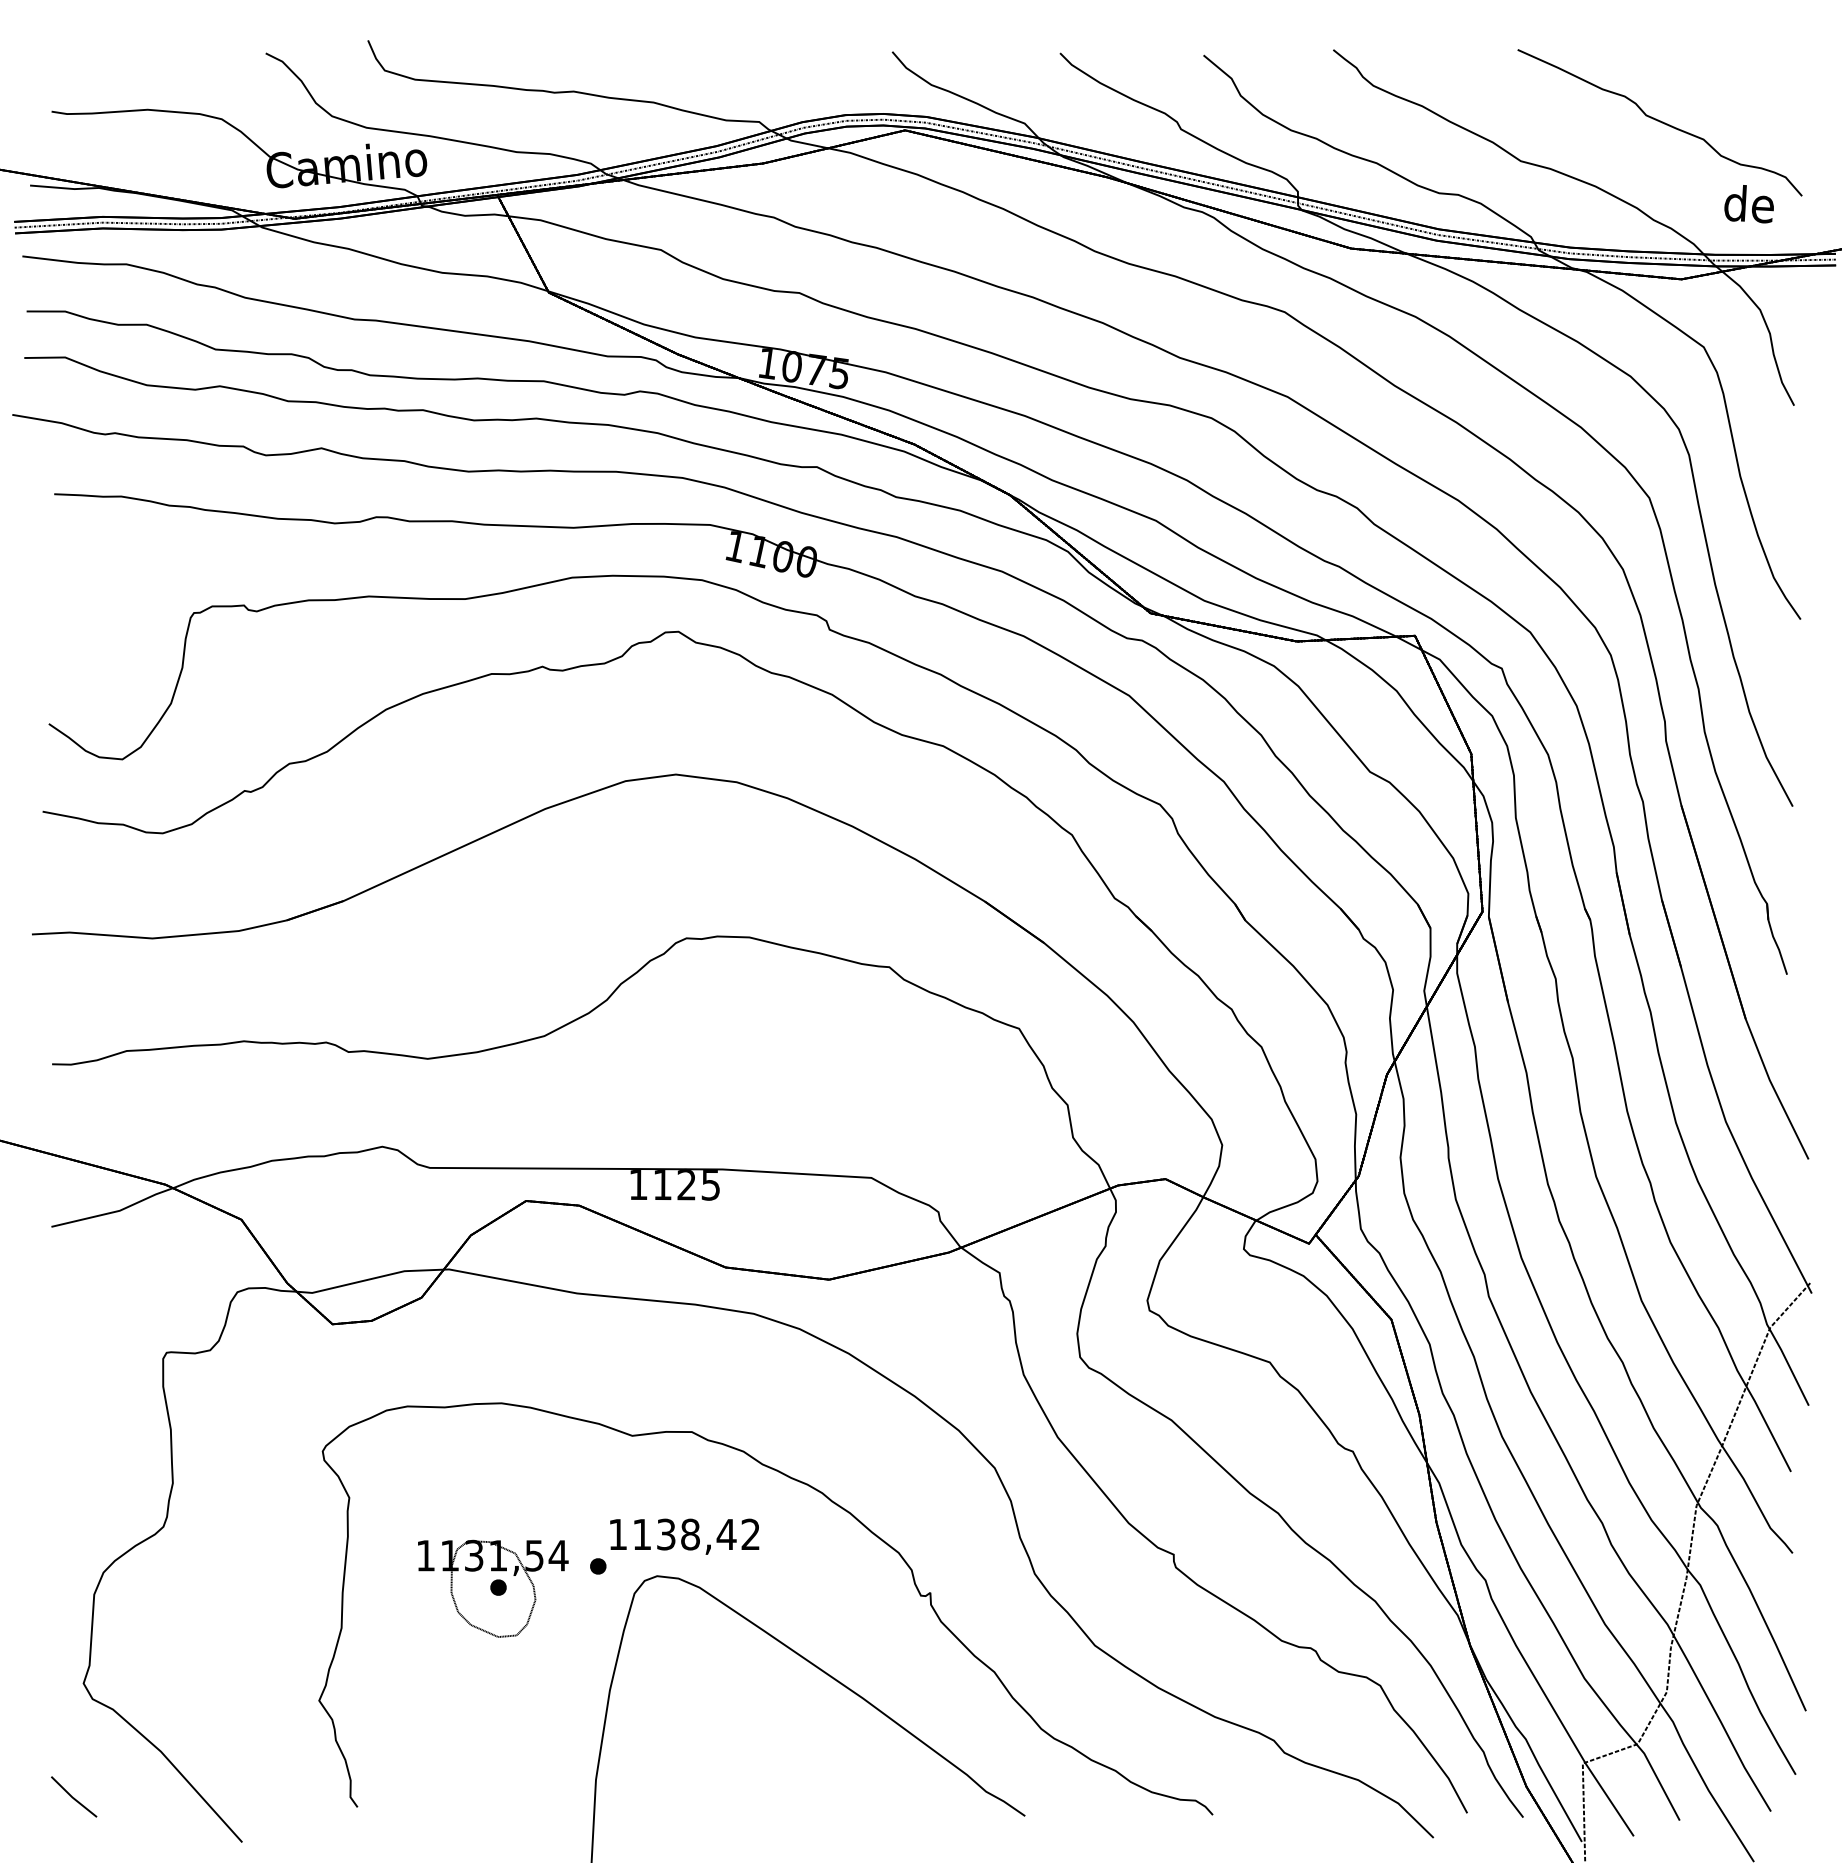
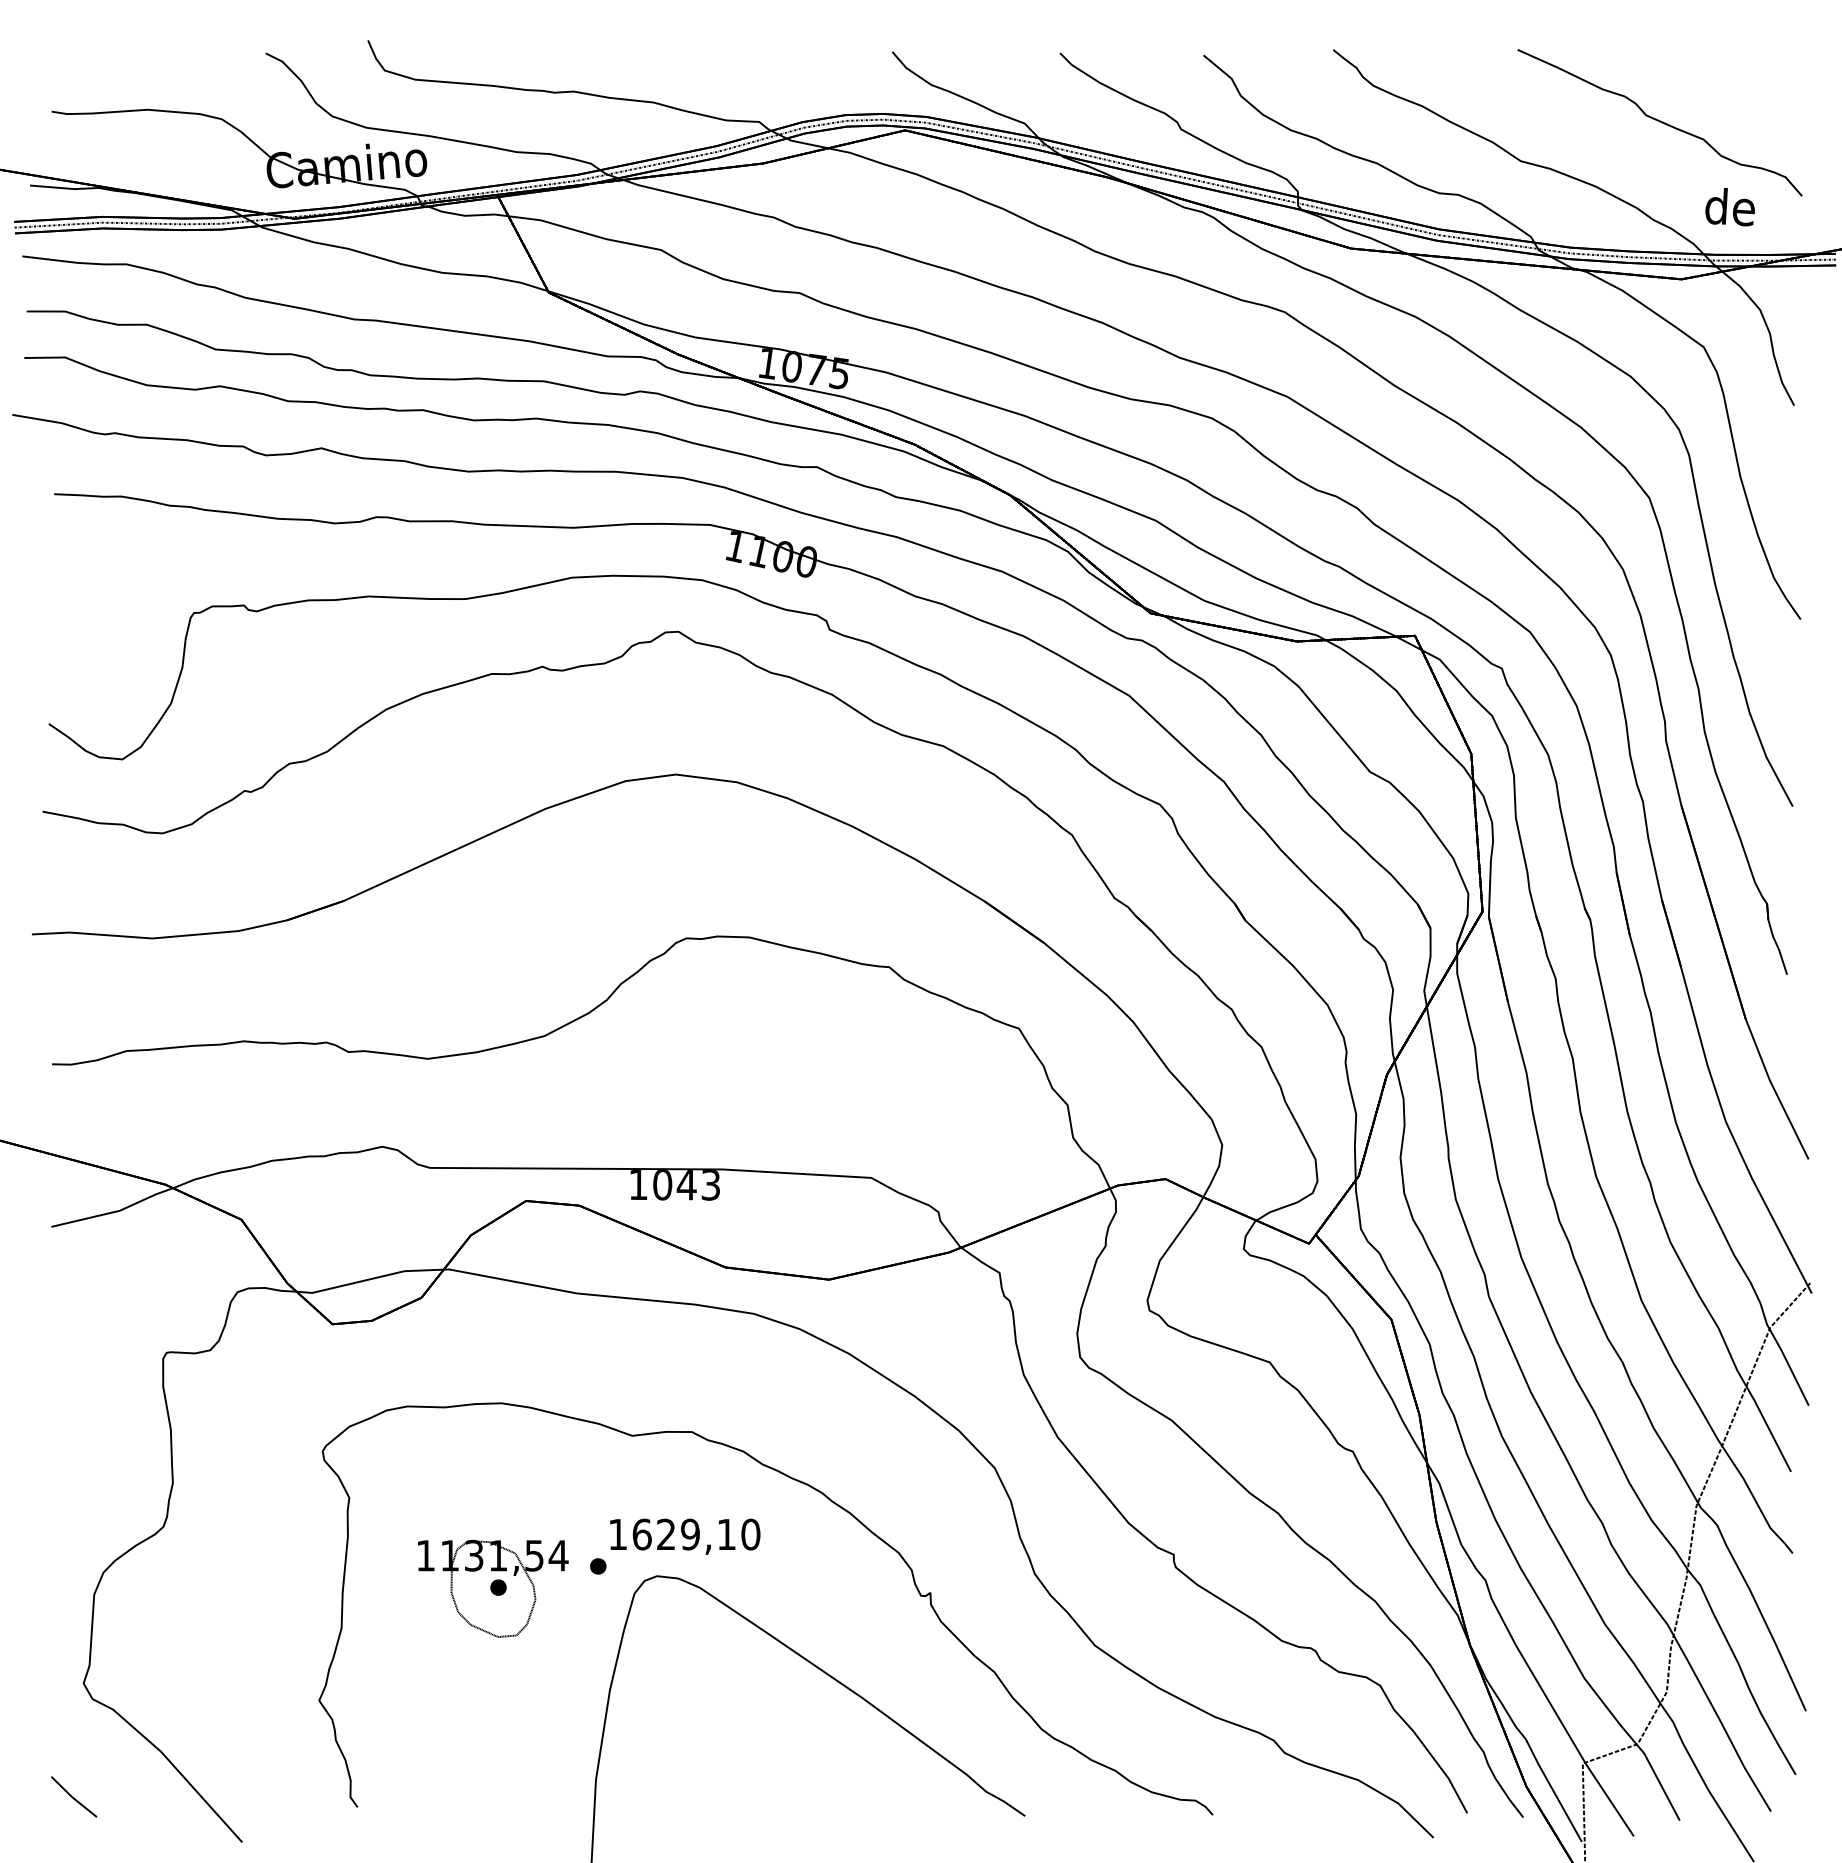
text at (1748, 204) position: (1748, 204) -> (1729, 207)
text at (686, 1185): 1125 -> 1043
text at (696, 1534): 1138,42 -> 1629,10
